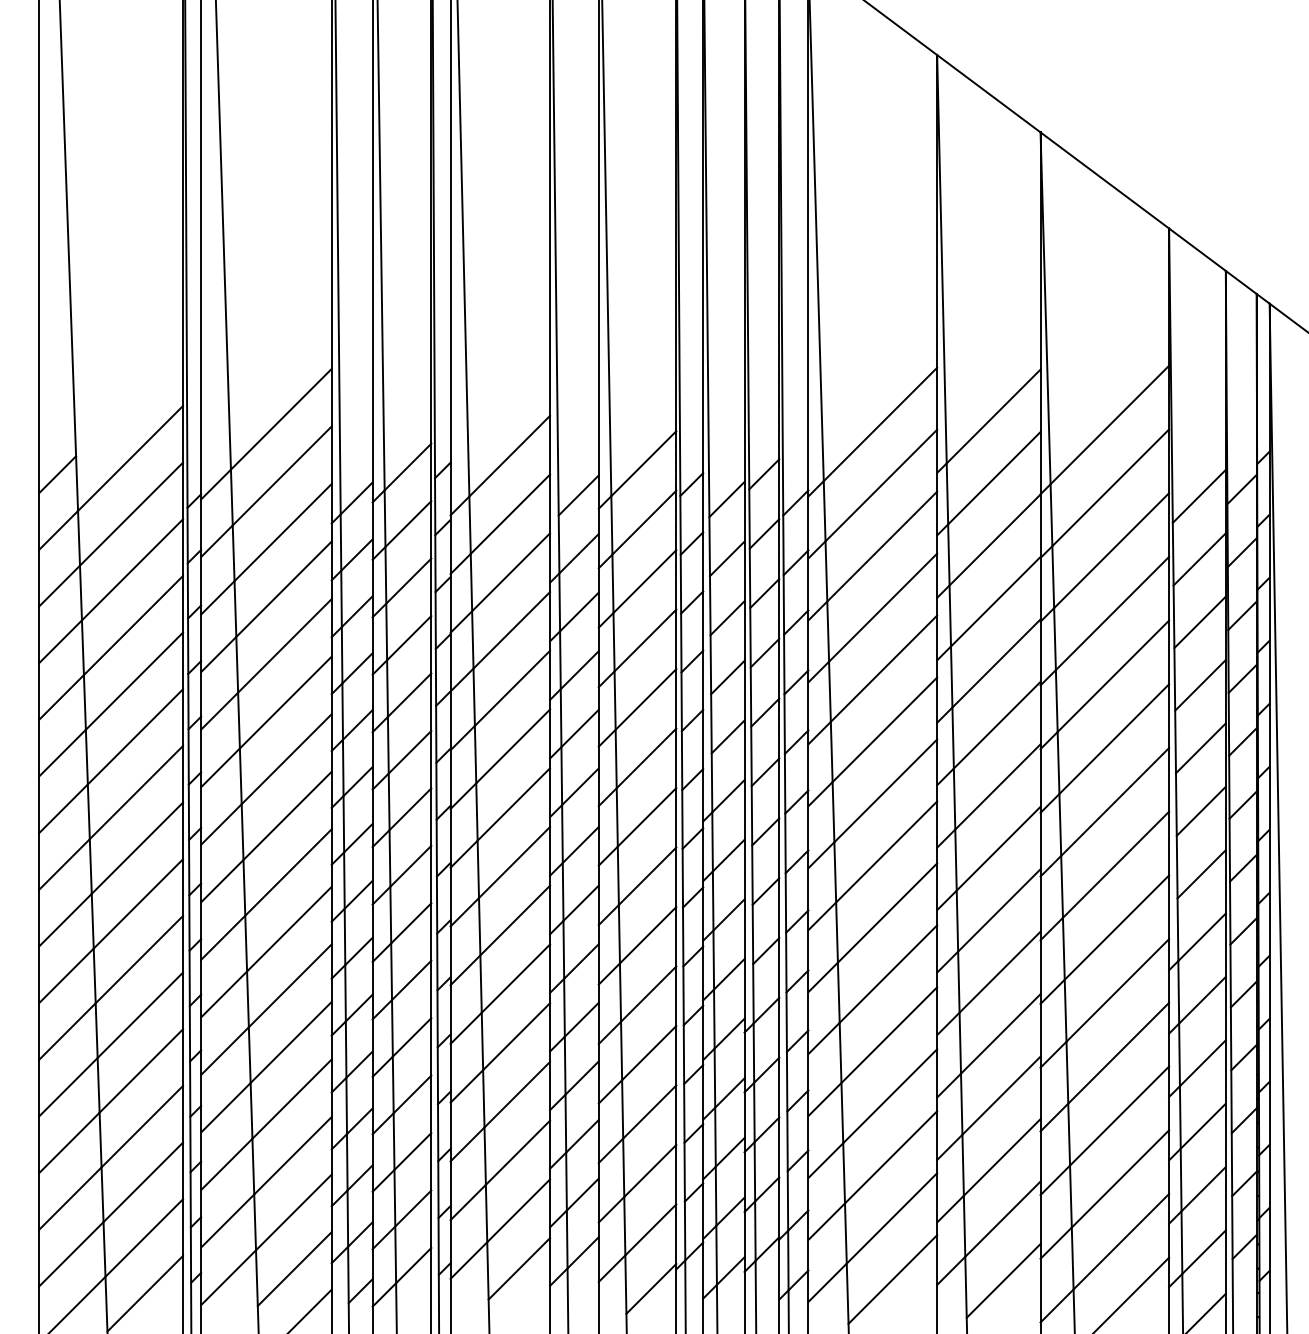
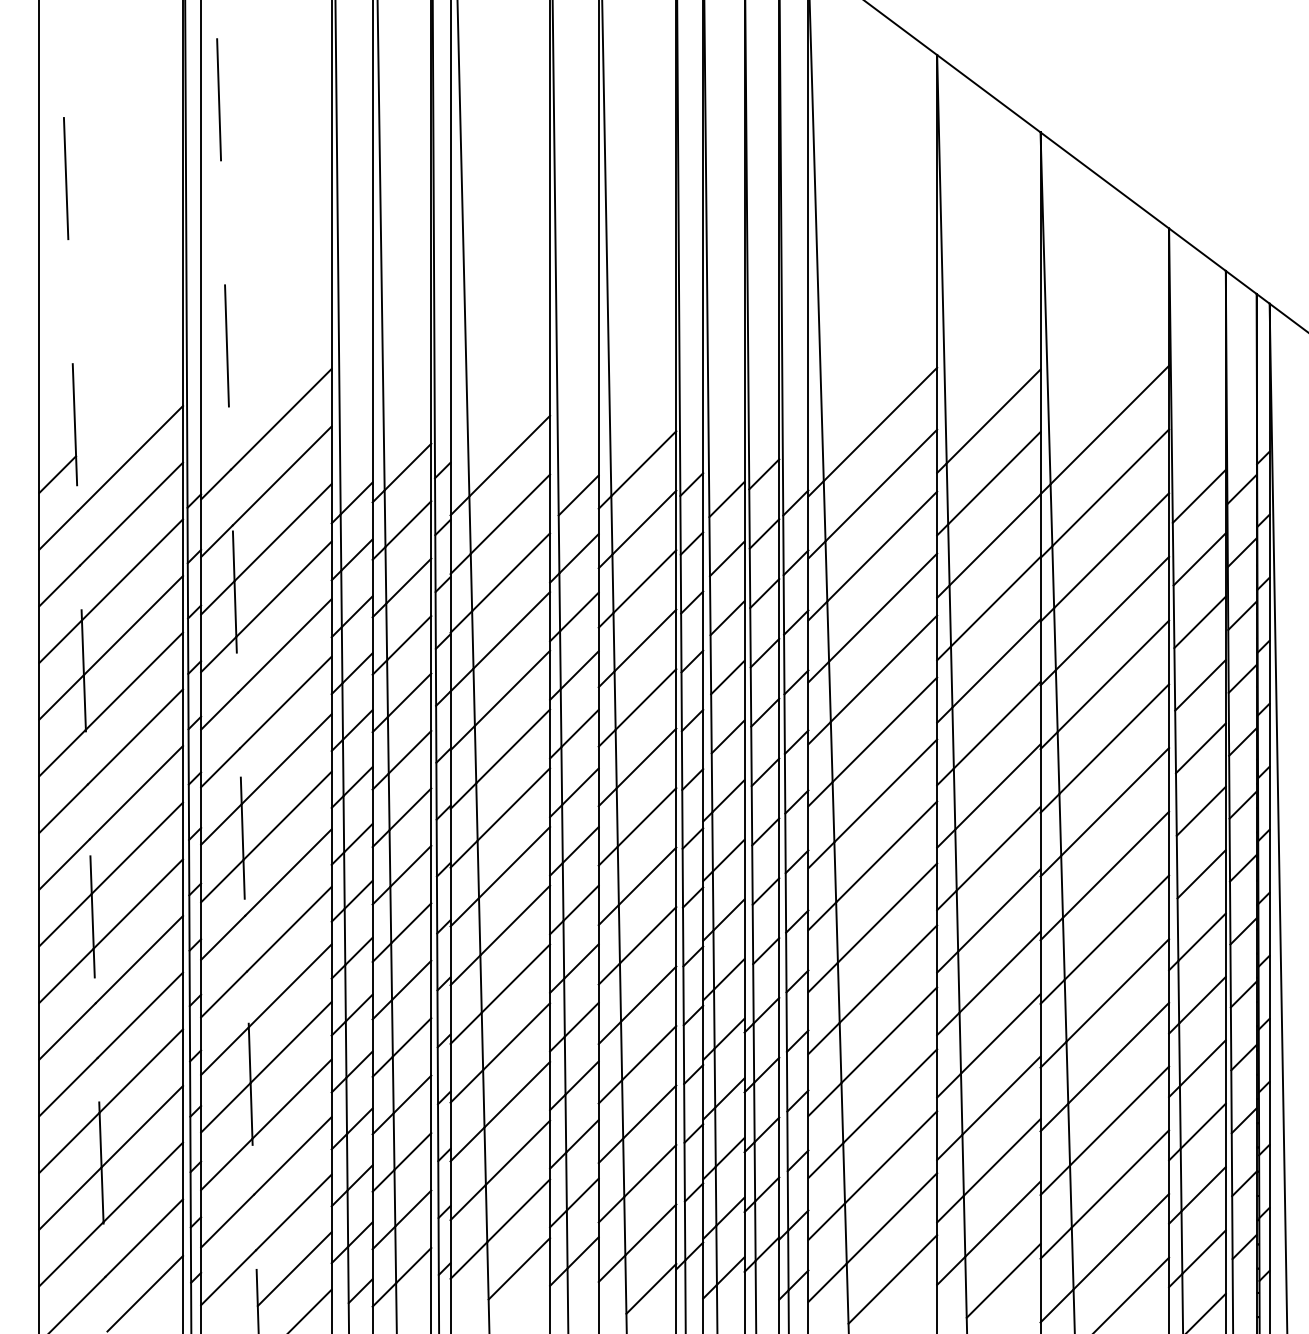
line at (83, 667): solid -> dashed
line at (237, 667): solid -> dashed
